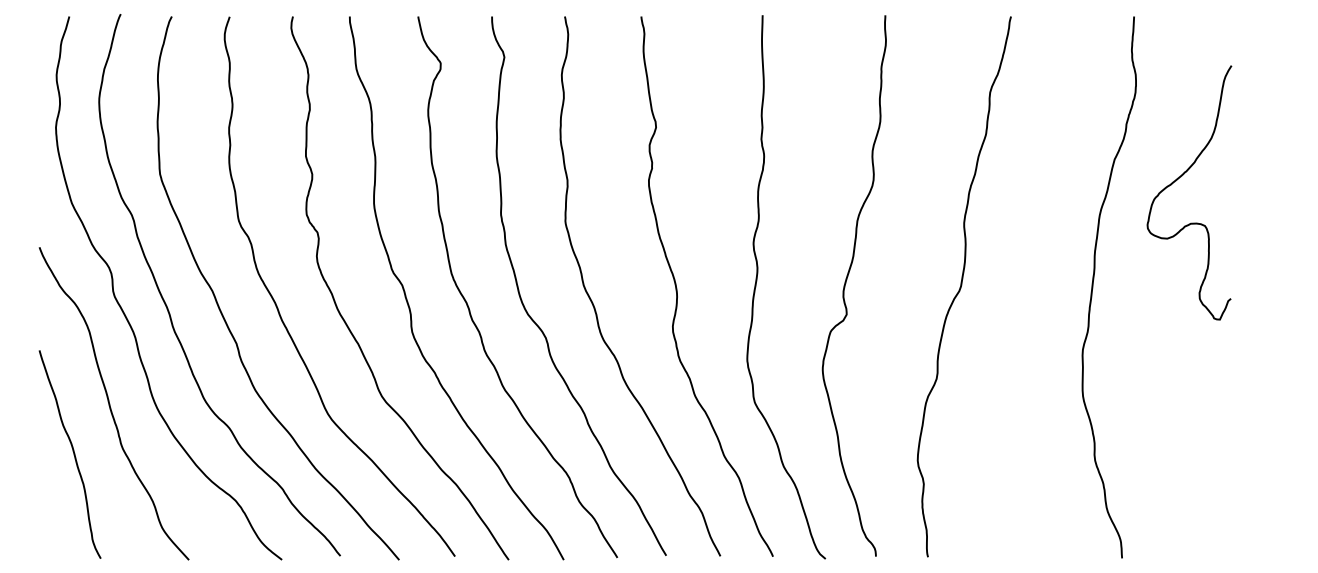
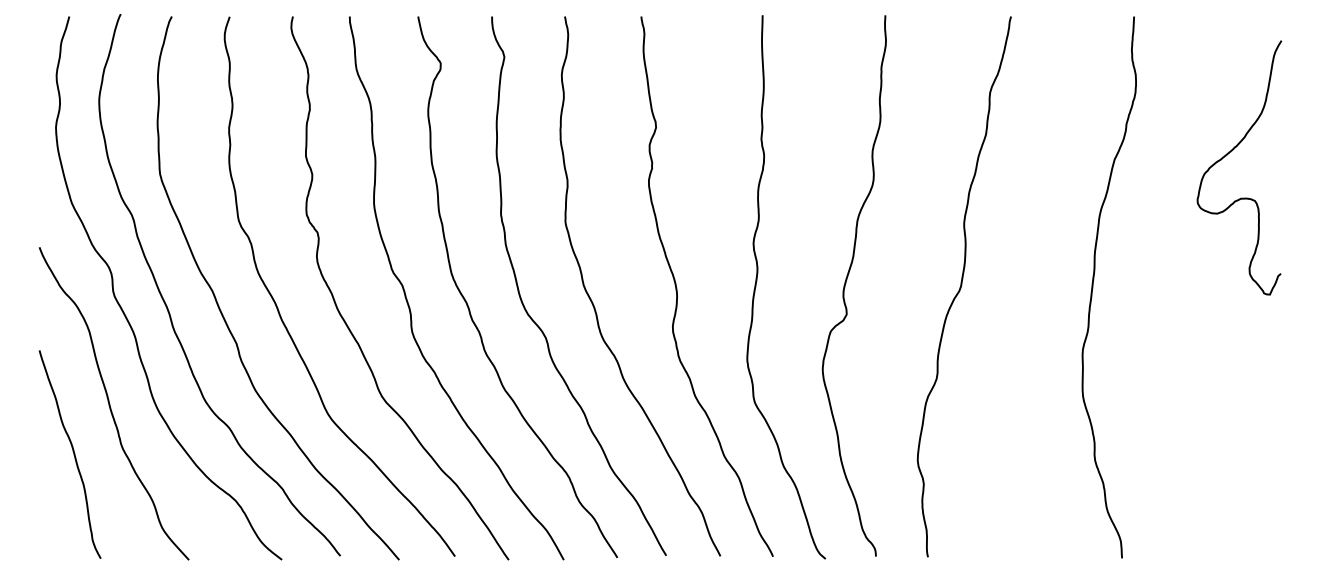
curve at (1177, 180) position: (1177, 180) -> (1227, 155)
